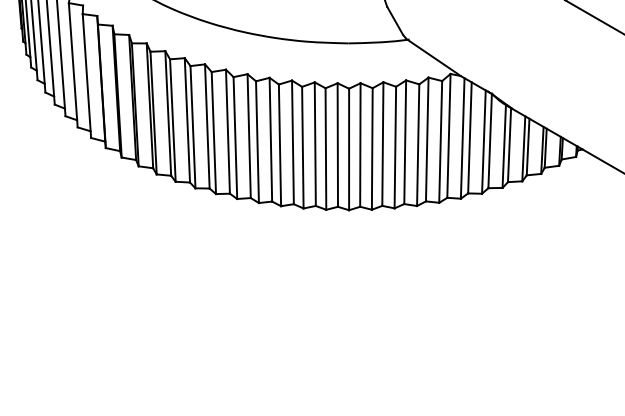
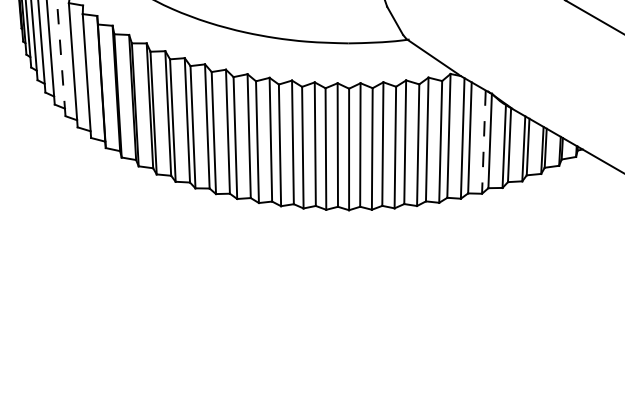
line at (61, 58): solid -> dashed
line at (483, 142): solid -> dashed
